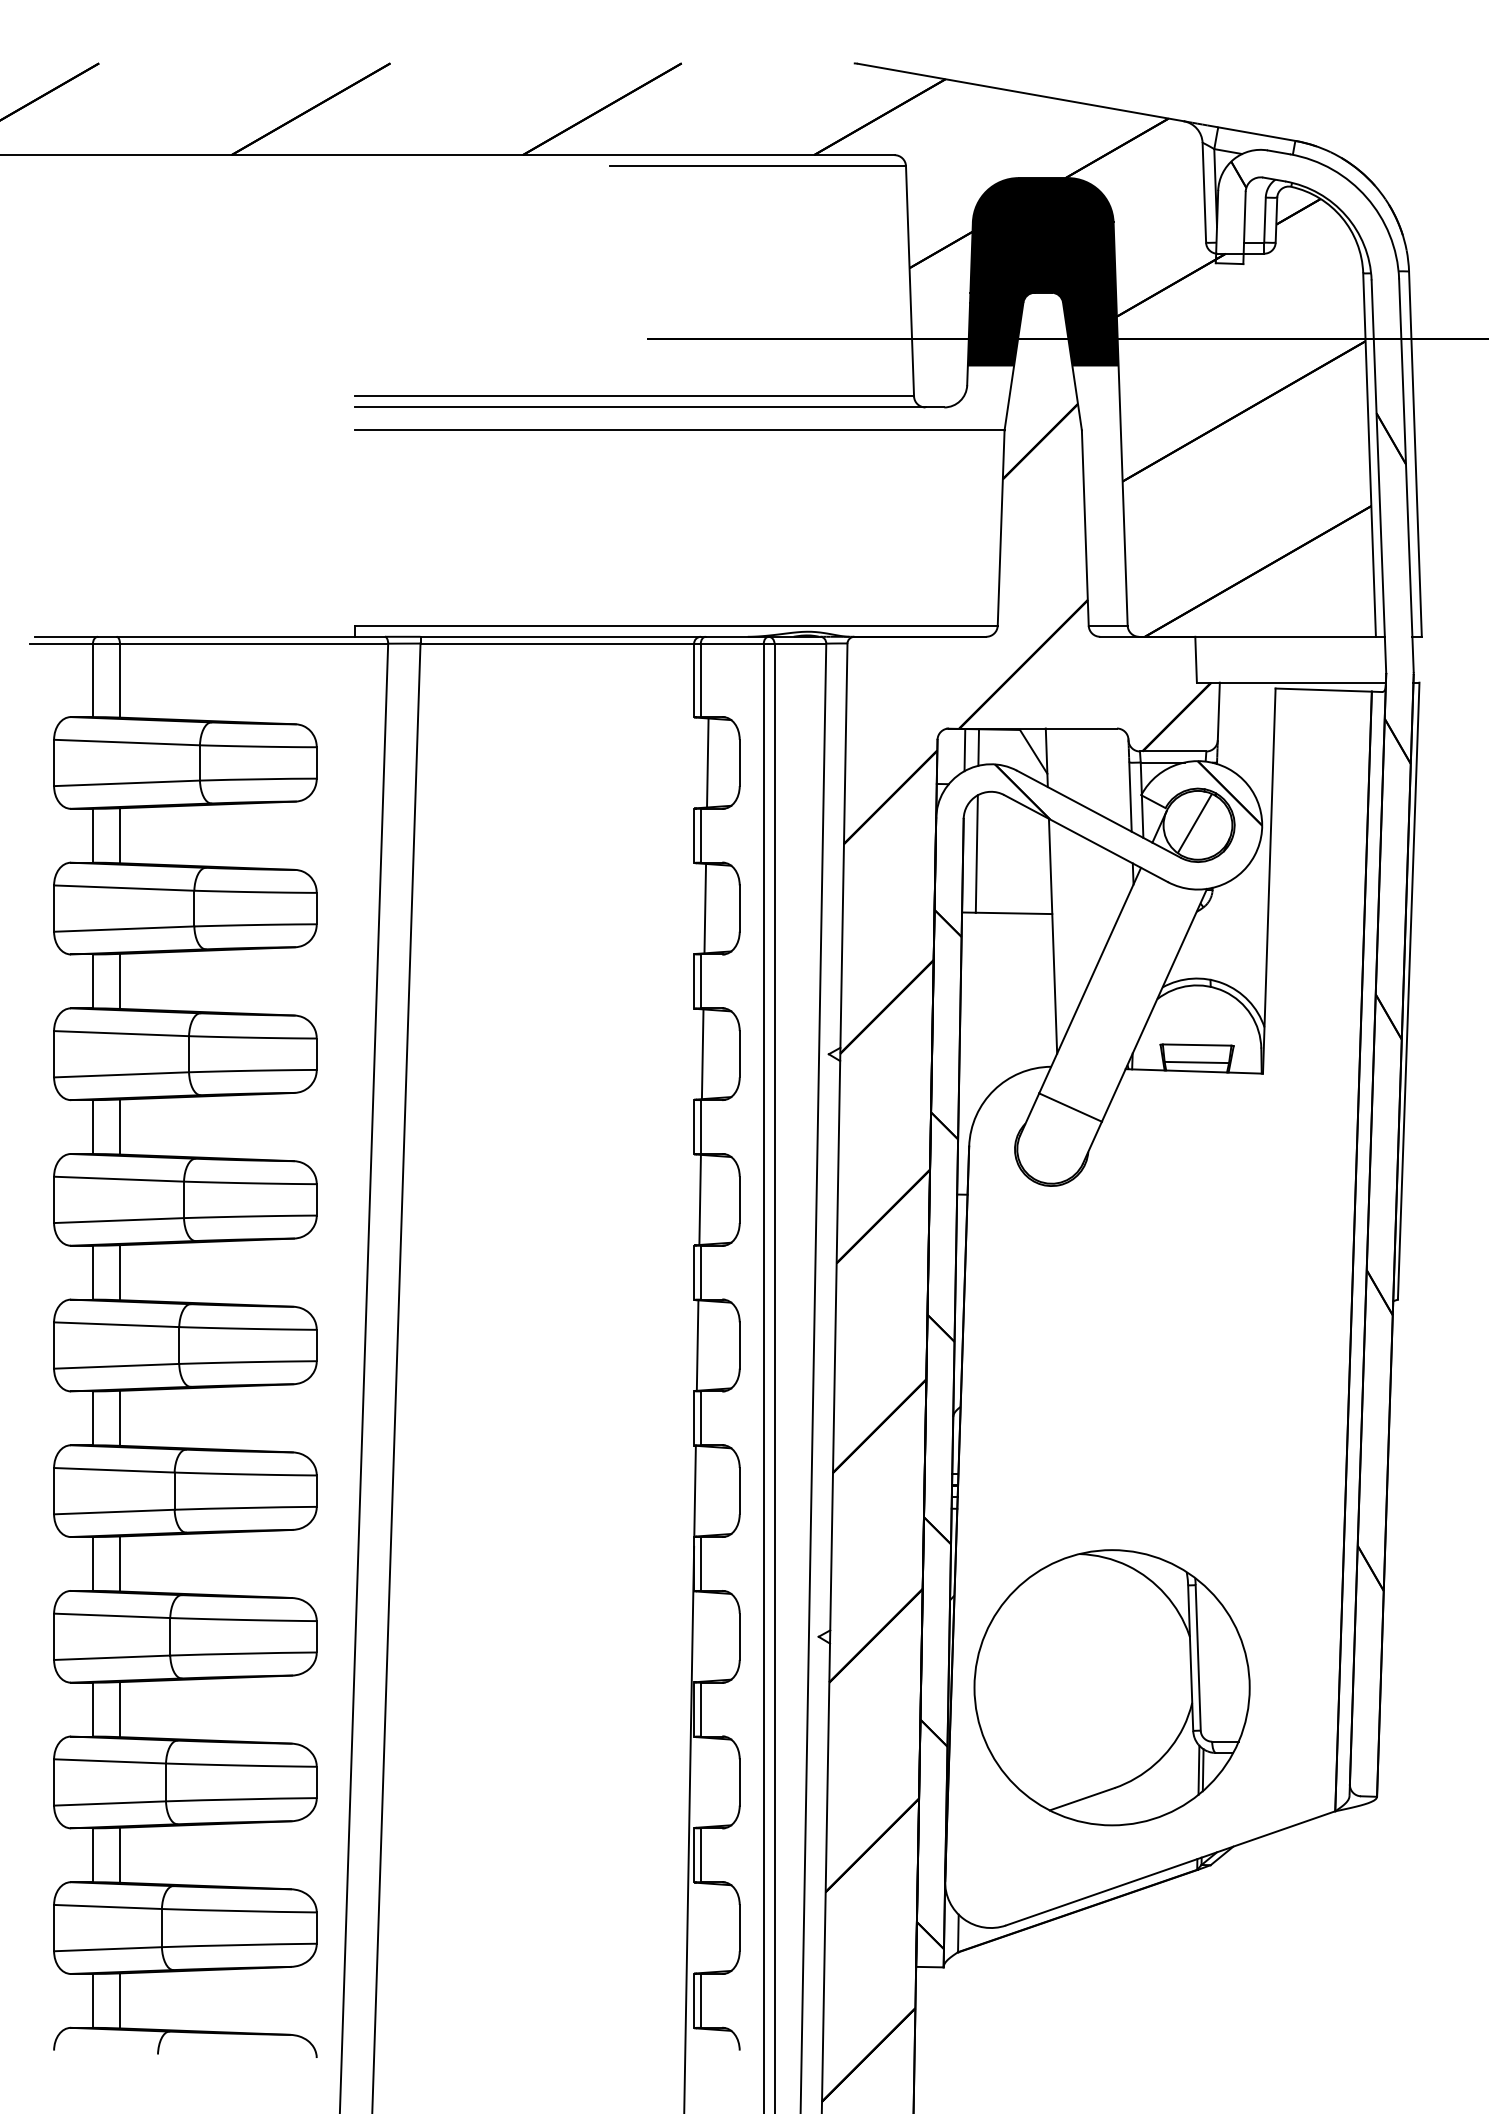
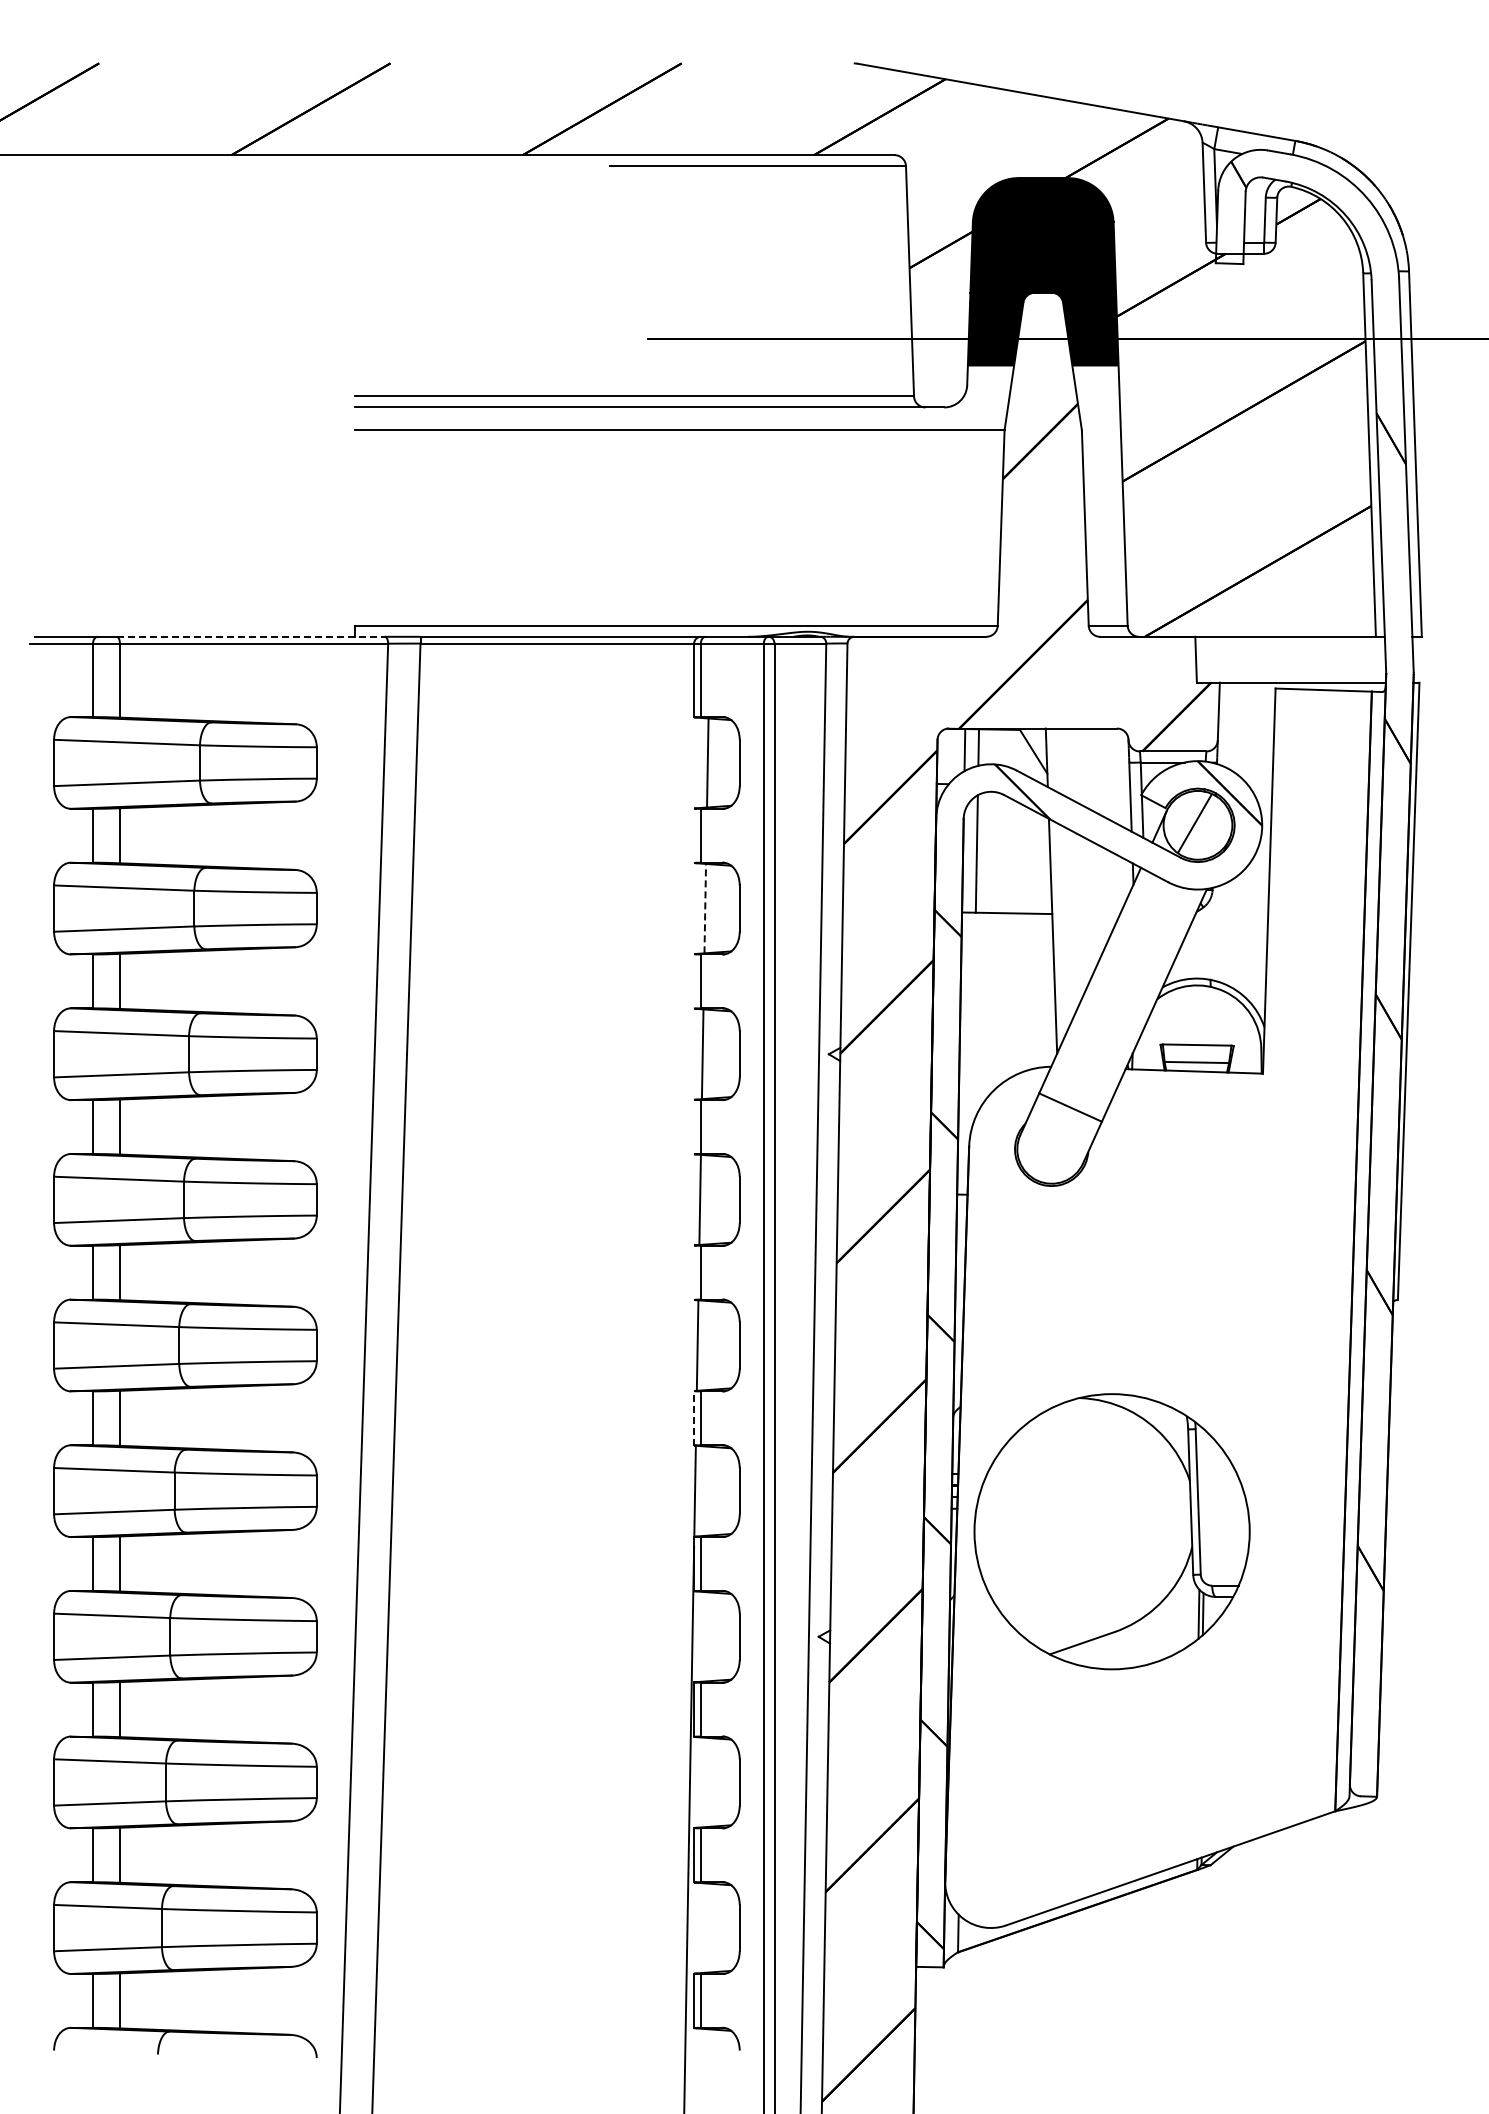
line at (251, 636): solid -> dashed
line at (694, 835): present -> none
line at (705, 908): solid -> dashed
line at (694, 981): present -> none
line at (694, 1126): present -> none
line at (694, 1272): present -> none
line at (694, 1417): solid -> dashed
part at (1111, 1687) position: (1111, 1687) -> (1111, 1531)
